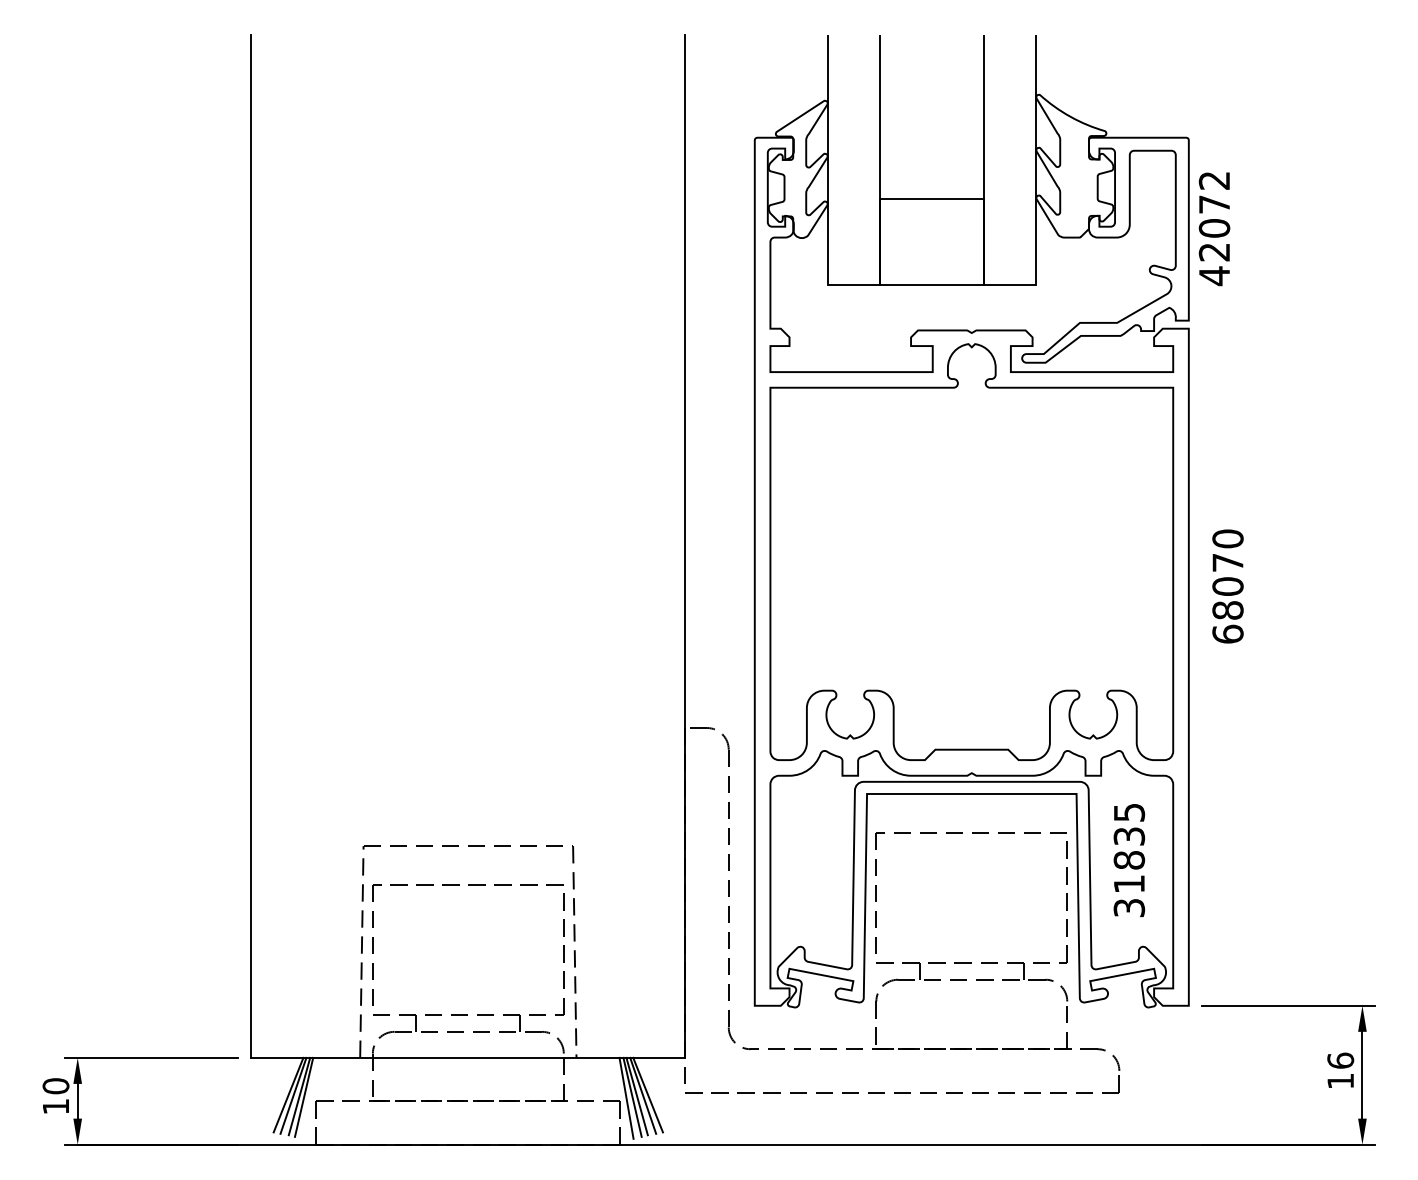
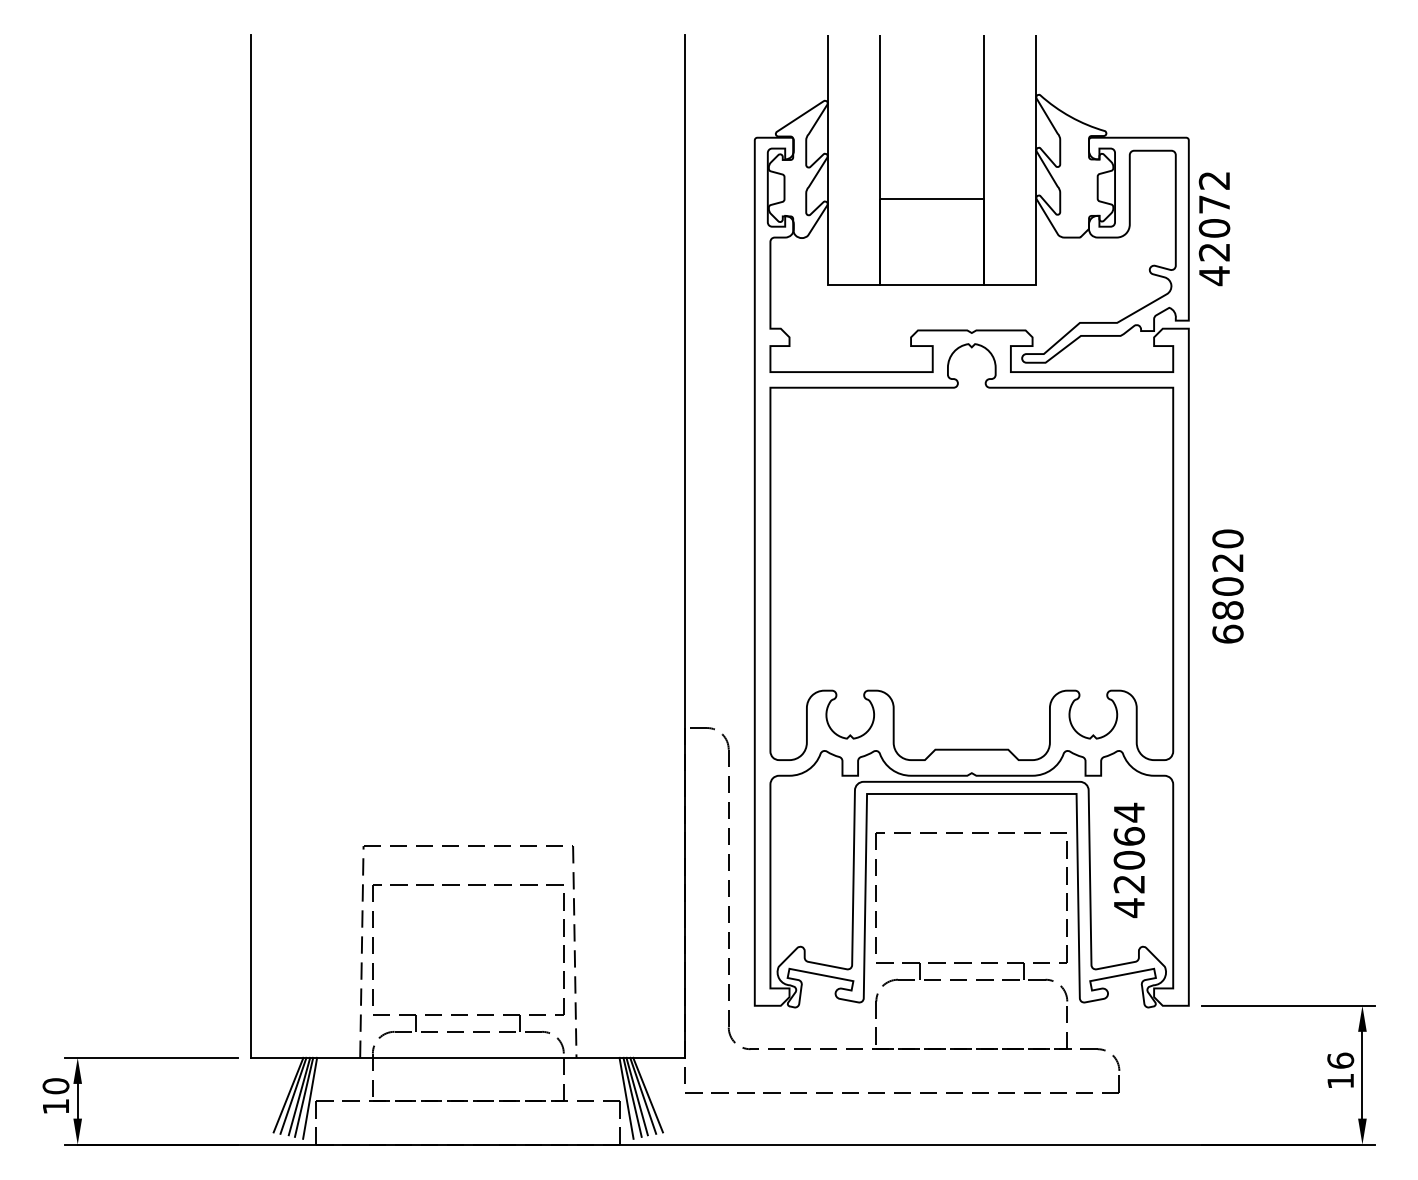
text at (1227, 562): 68070 -> 68020
text at (1129, 860): 31835 -> 42064
line at (310, 1097): none -> present
